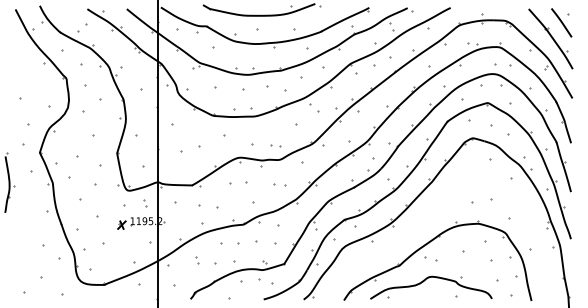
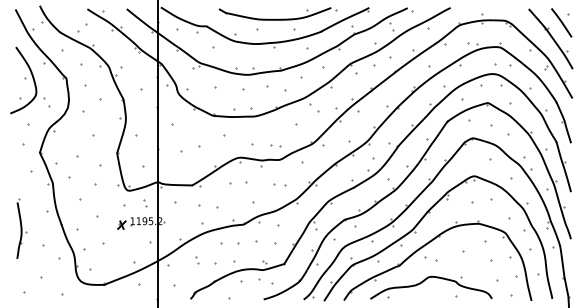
part at (261, 9) position: (261, 9) -> (277, 13)
part at (27, 80): none -> present
part at (9, 182) position: (9, 182) -> (21, 228)
part at (416, 232): none -> present
